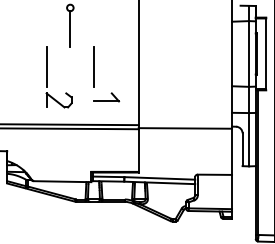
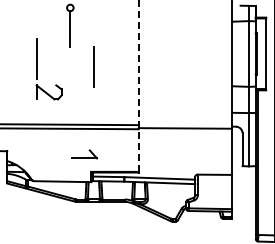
part at (47, 77) position: (47, 77) -> (37, 69)
line at (138, 85): solid -> dashed
part at (106, 97) position: (106, 97) -> (84, 154)
